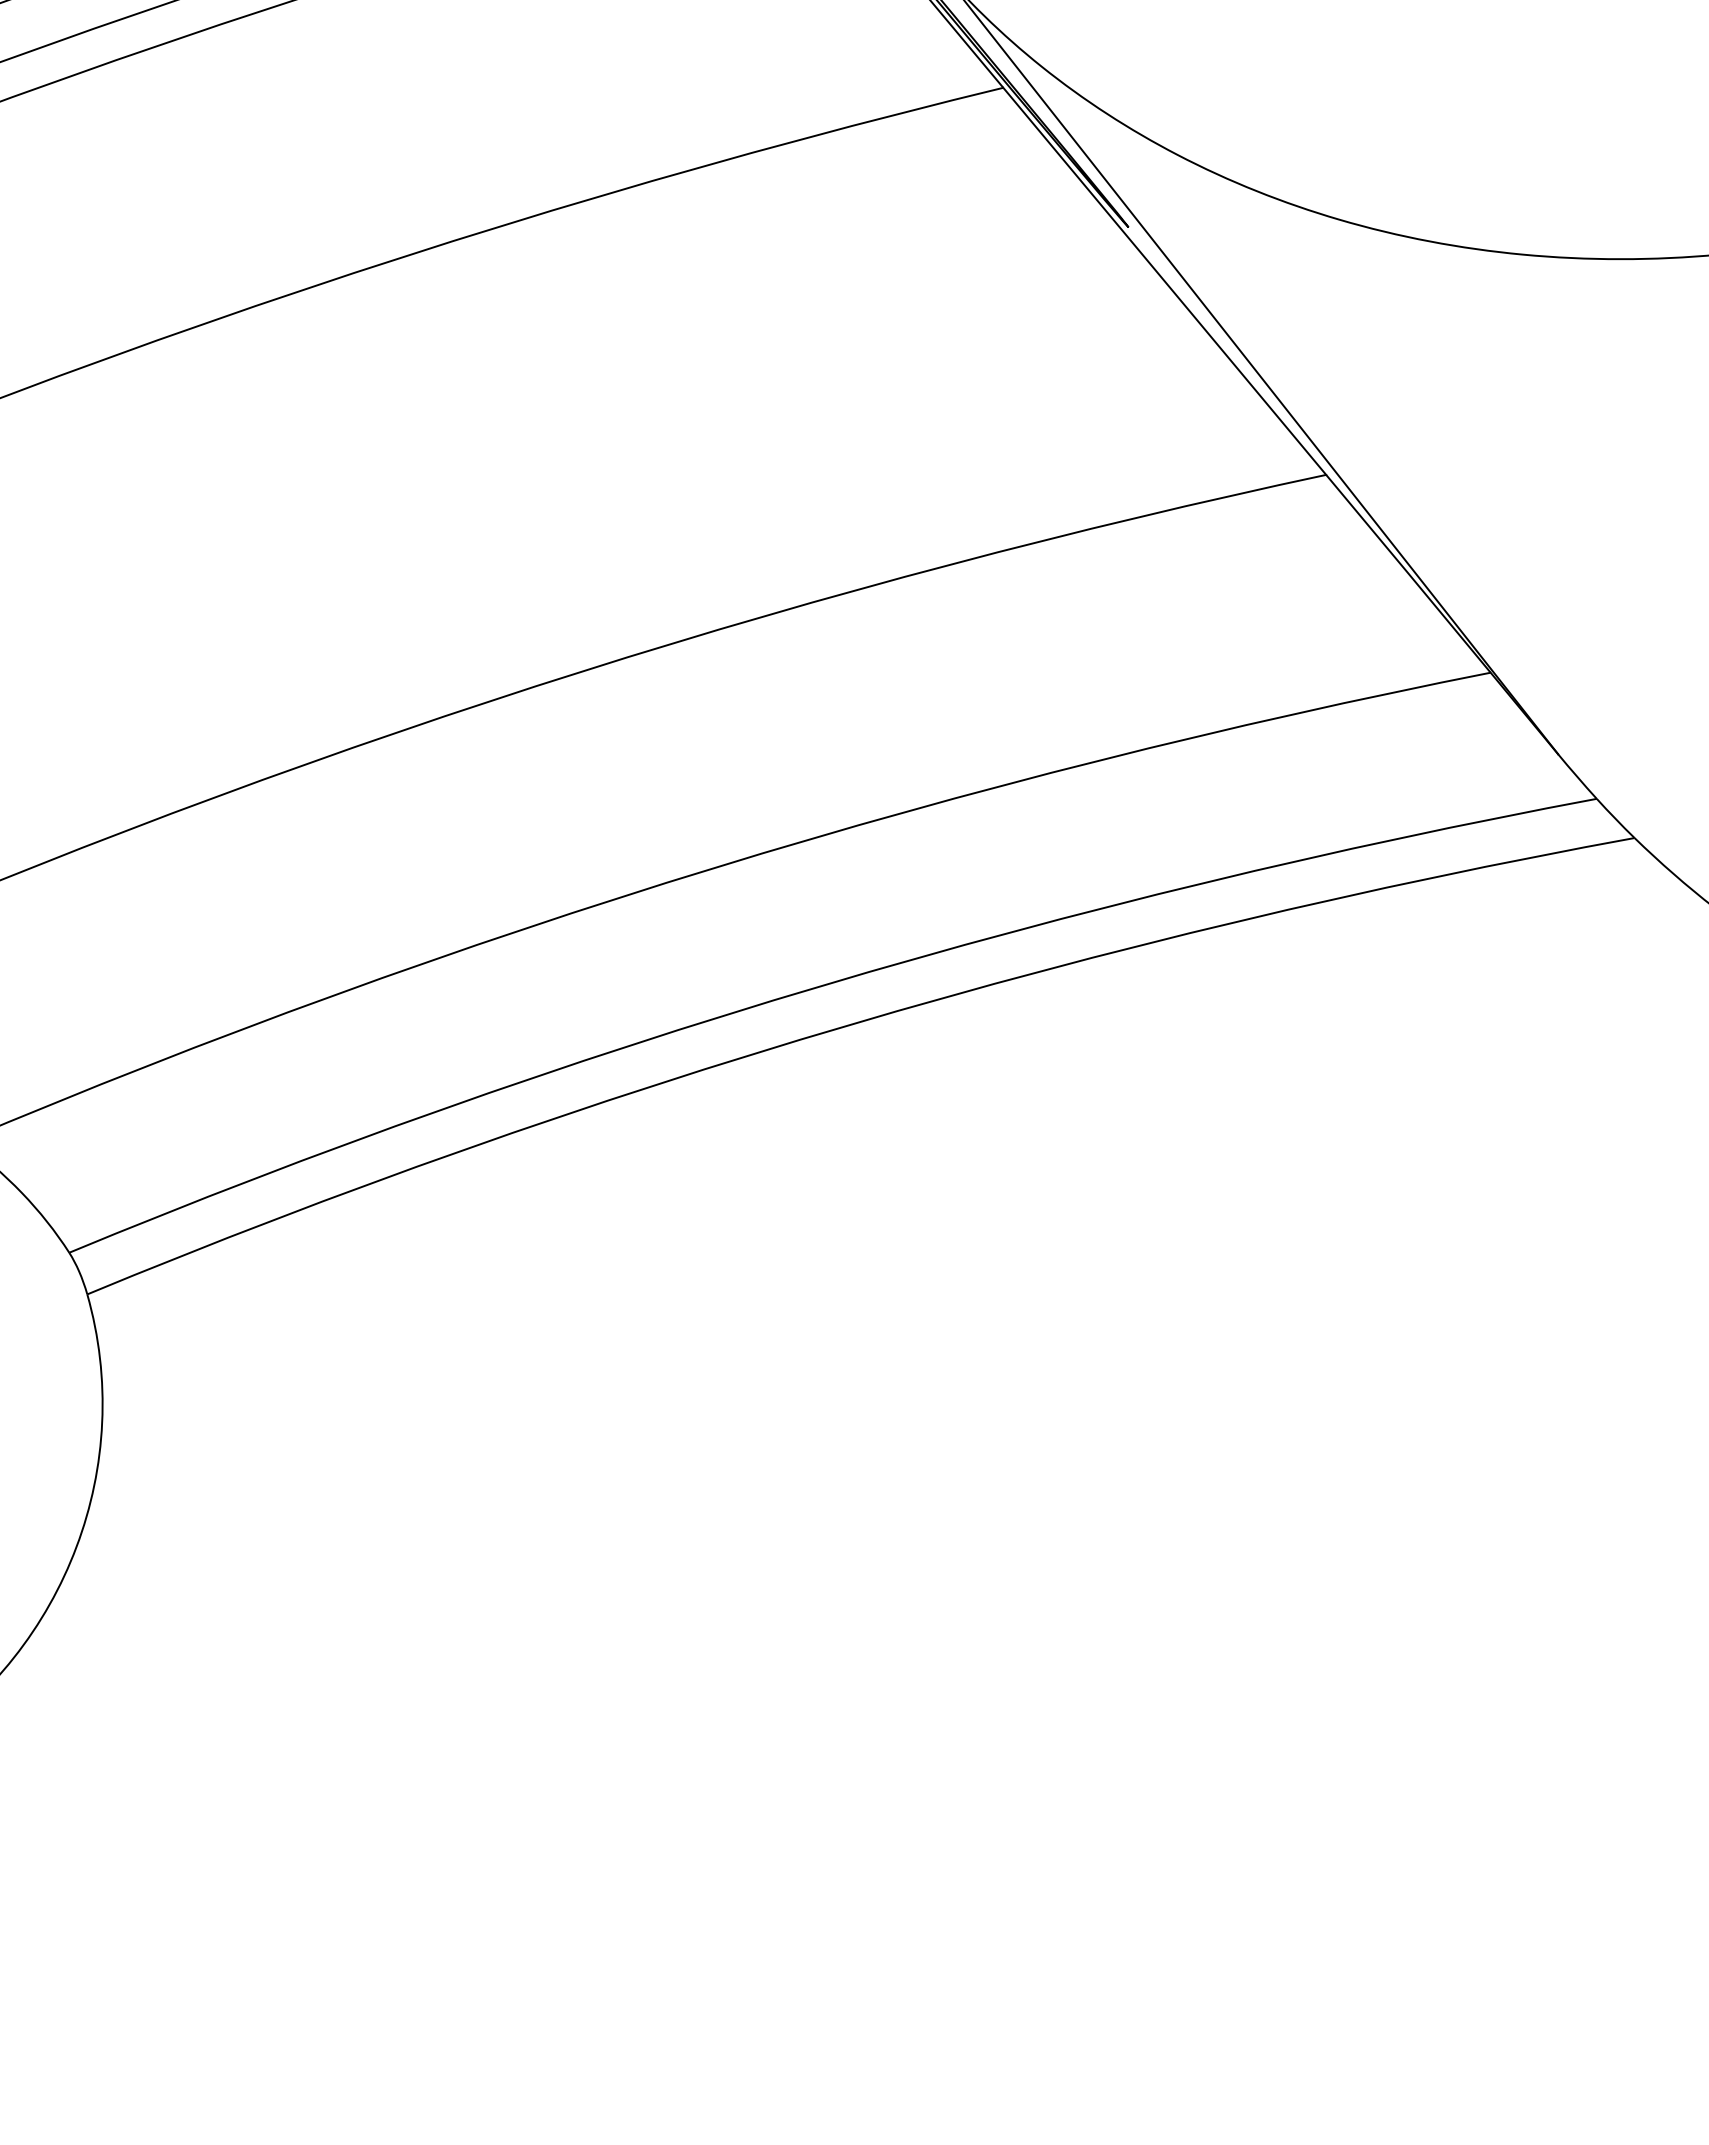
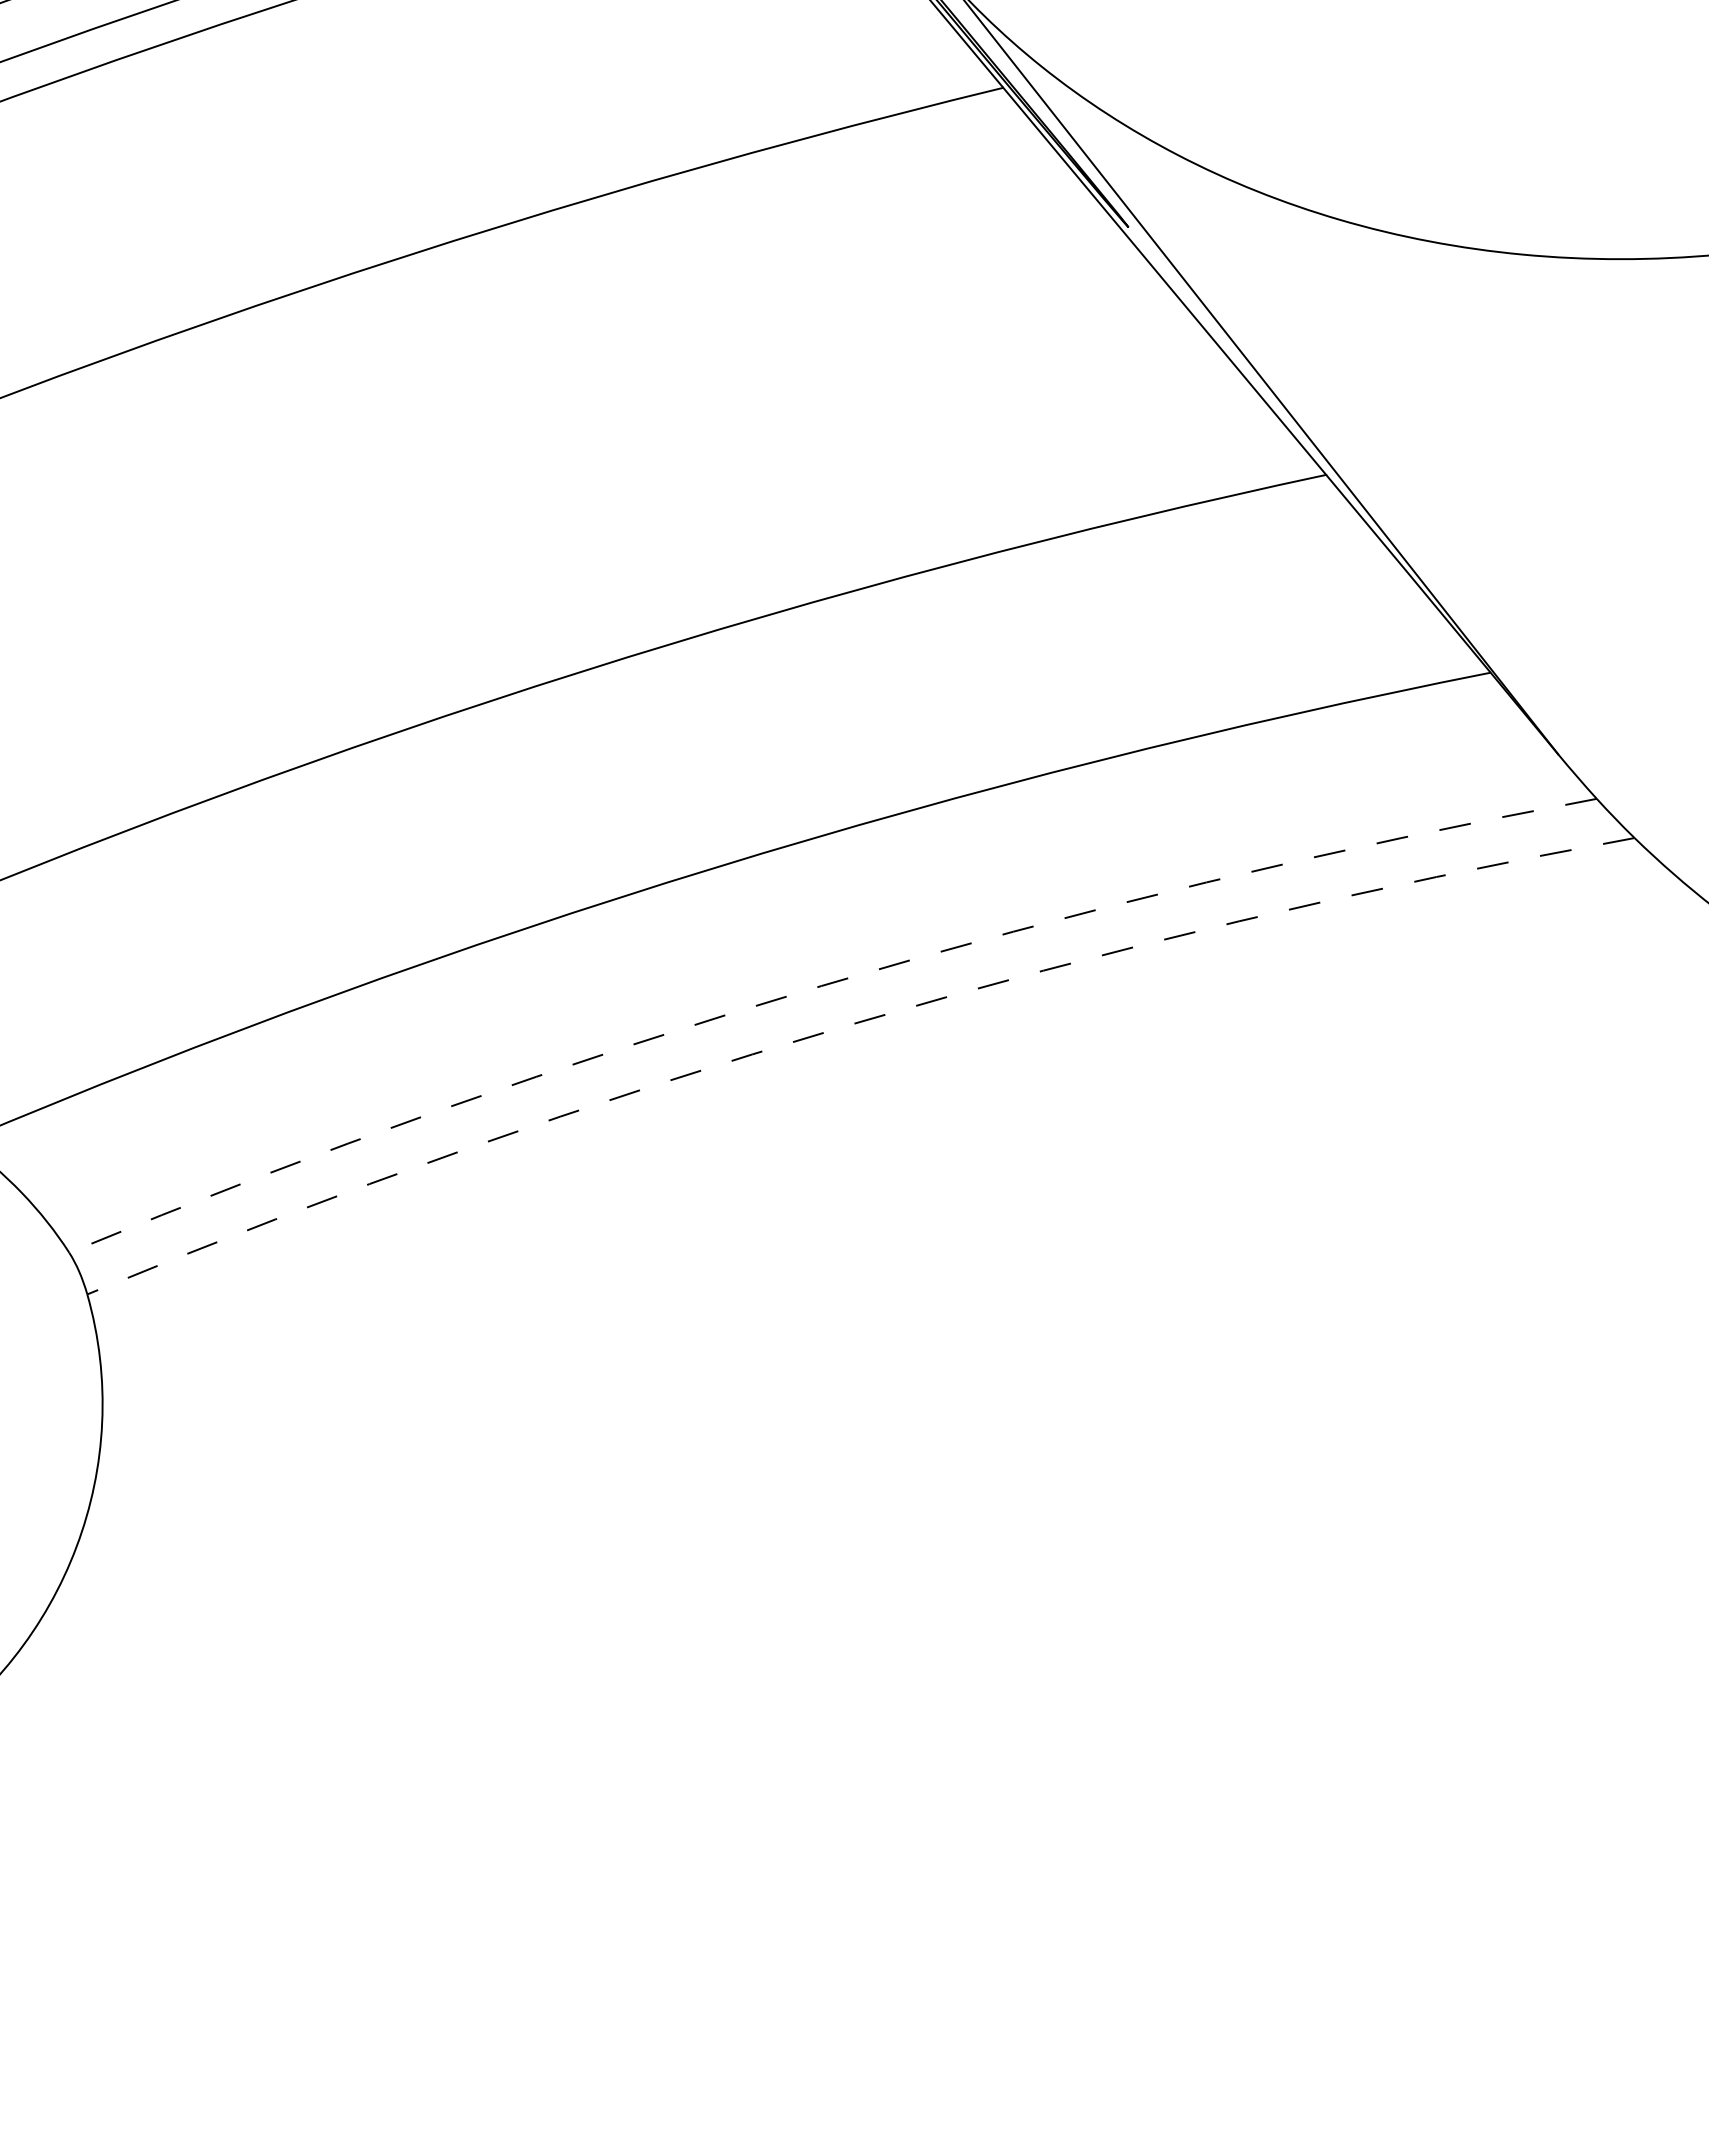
arc at (821, 986): solid -> dashed
arc at (848, 1025): solid -> dashed
